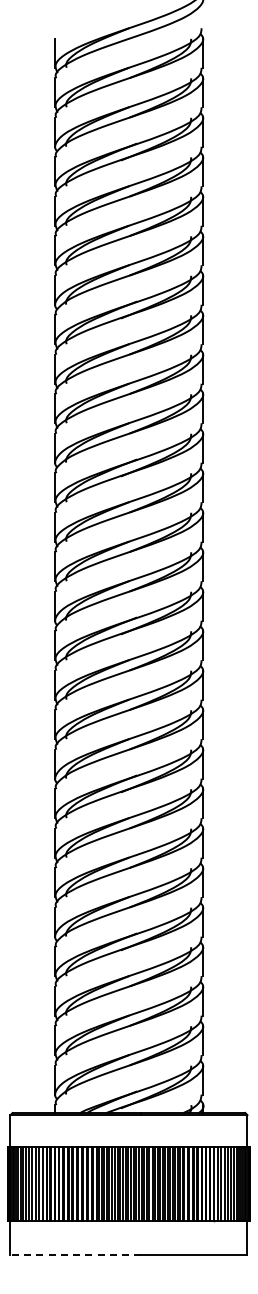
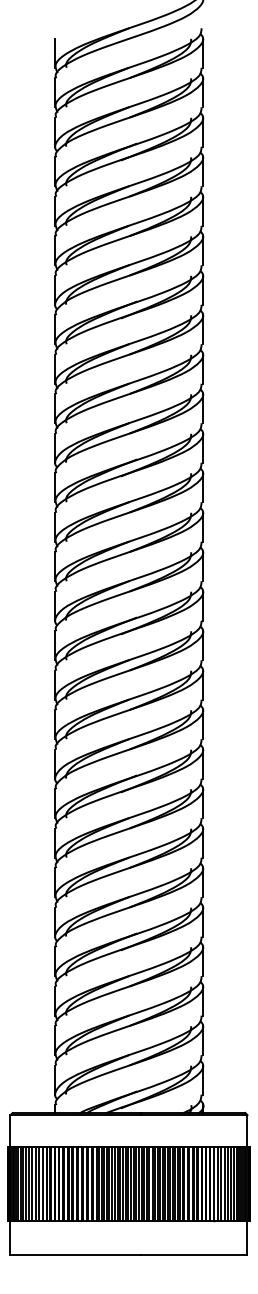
line at (75, 1255): dashed -> solid
